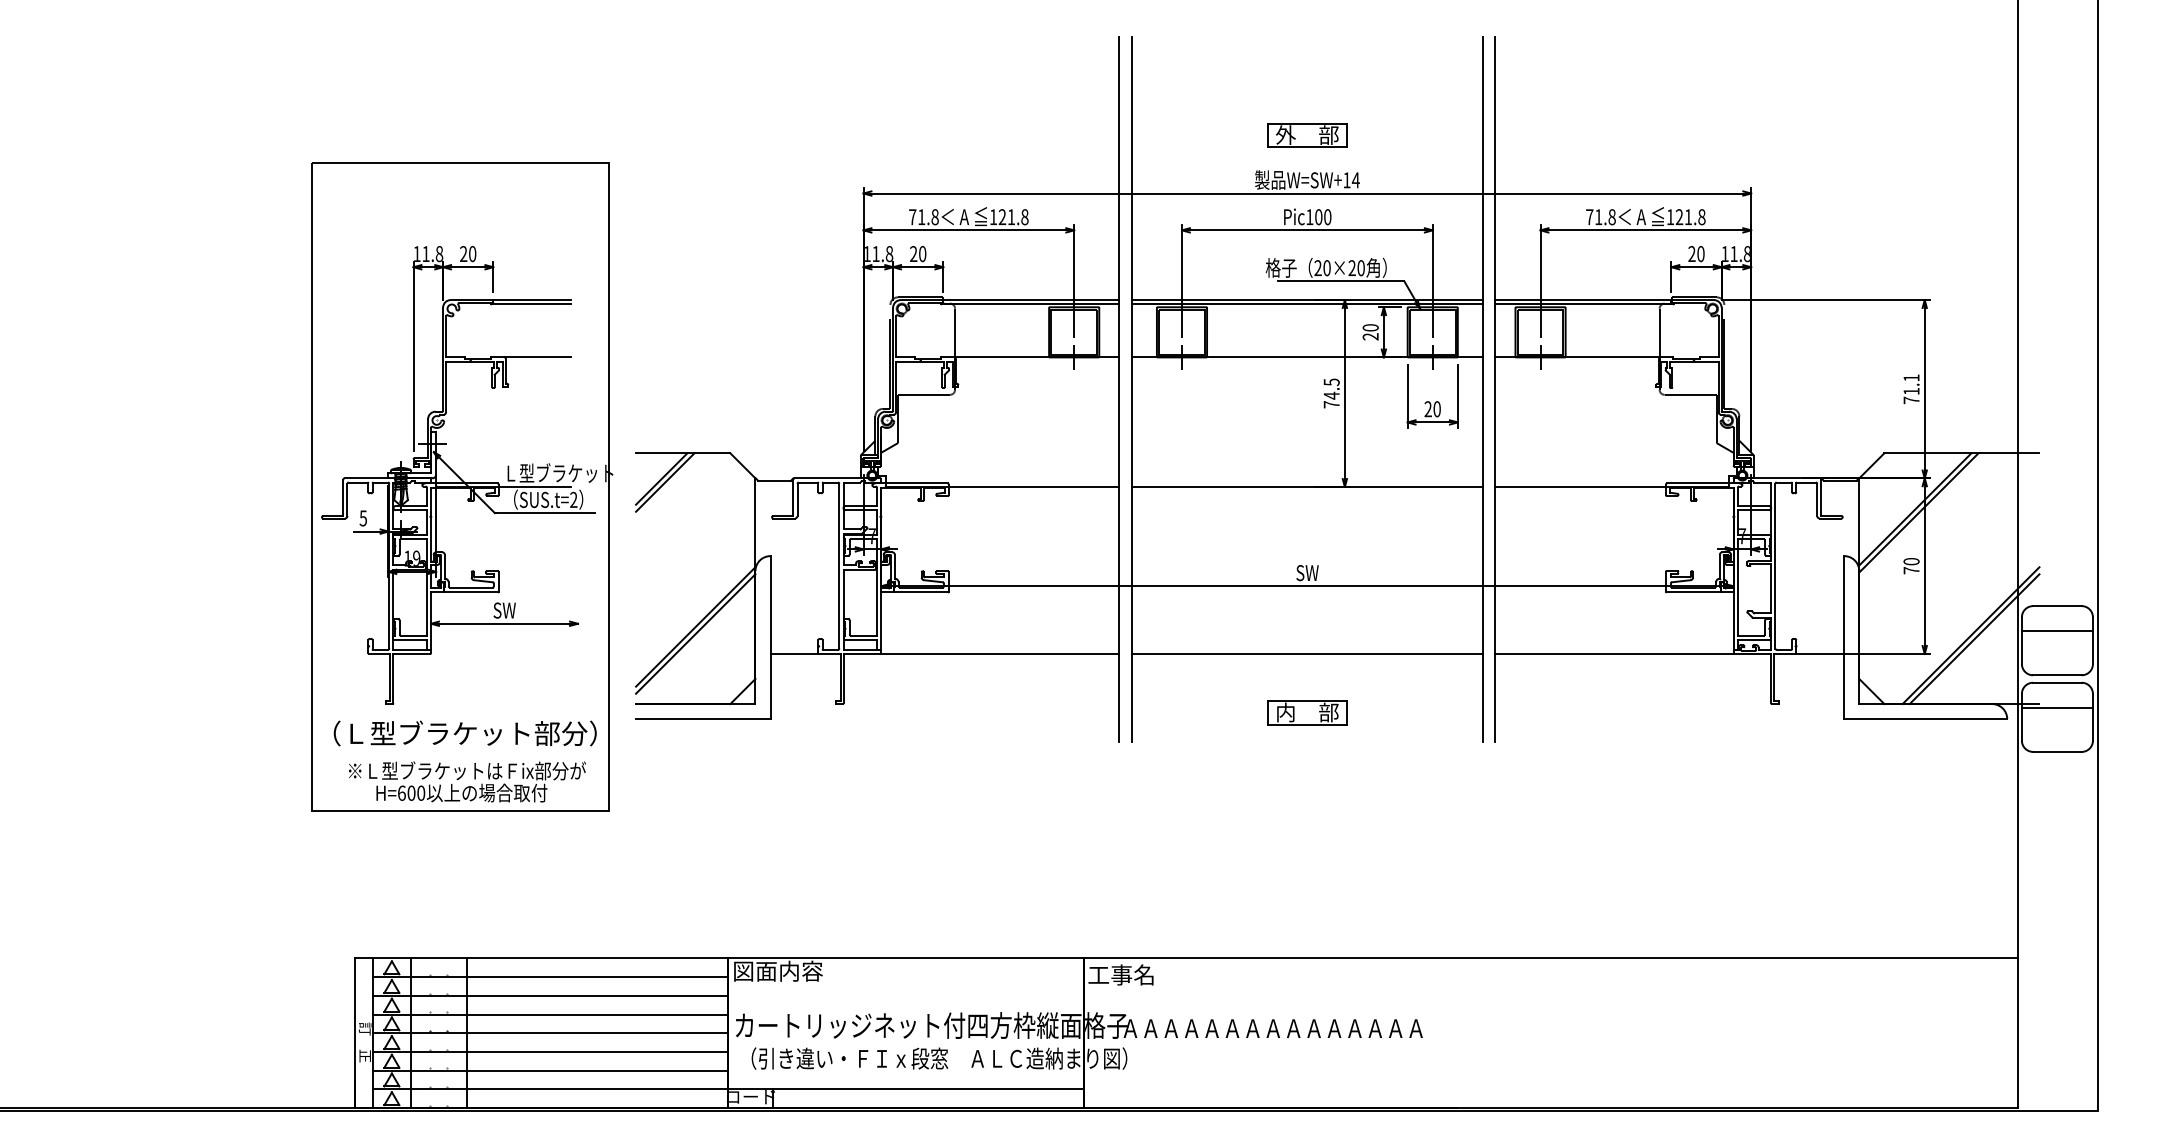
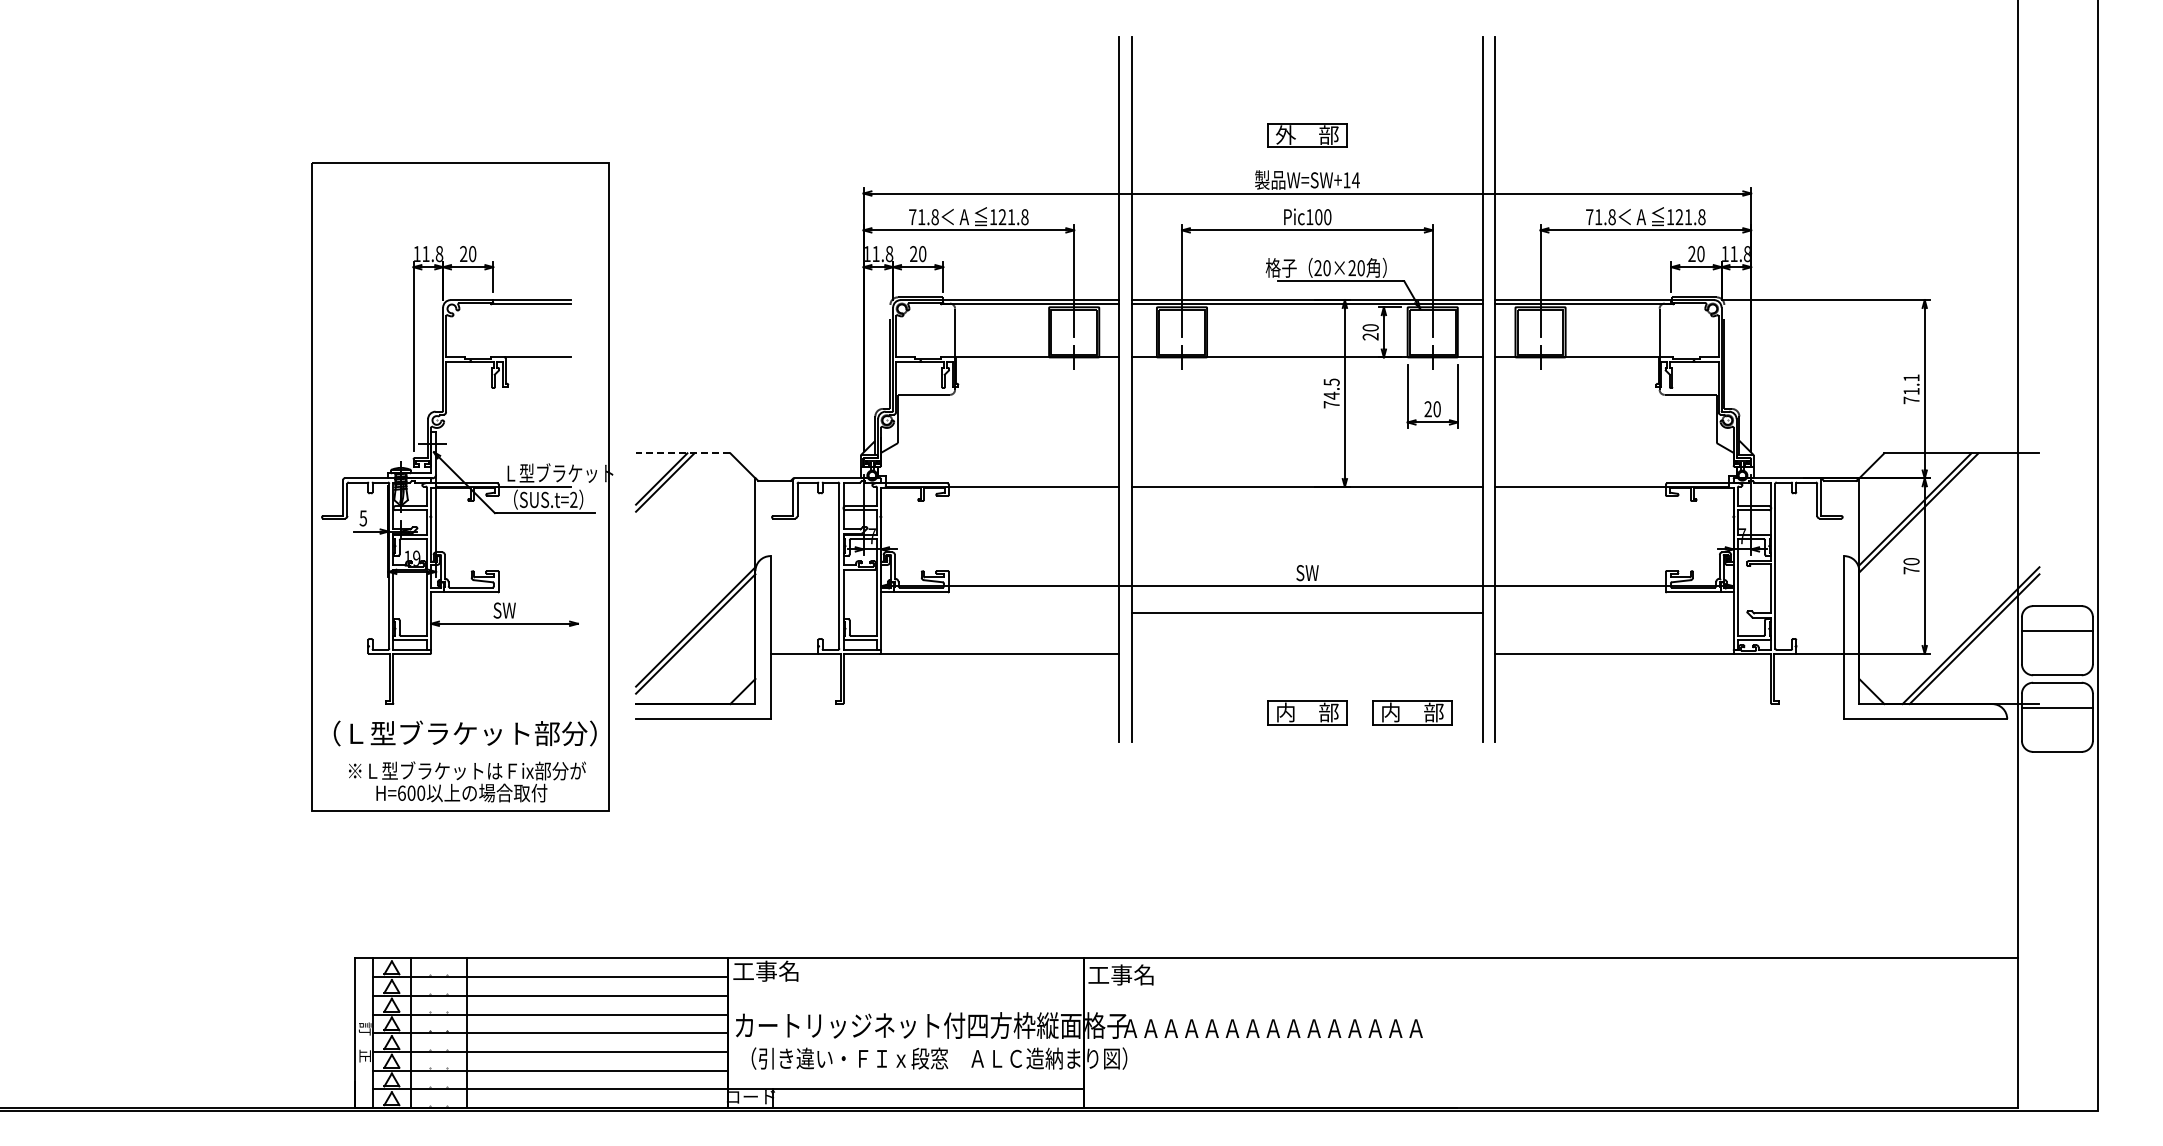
line at (682, 453): solid -> dashed
line at (1306, 653) position: (1306, 653) -> (1306, 612)
part at (1412, 712): none -> present
text at (777, 970): 図面内容 -> 工事名
